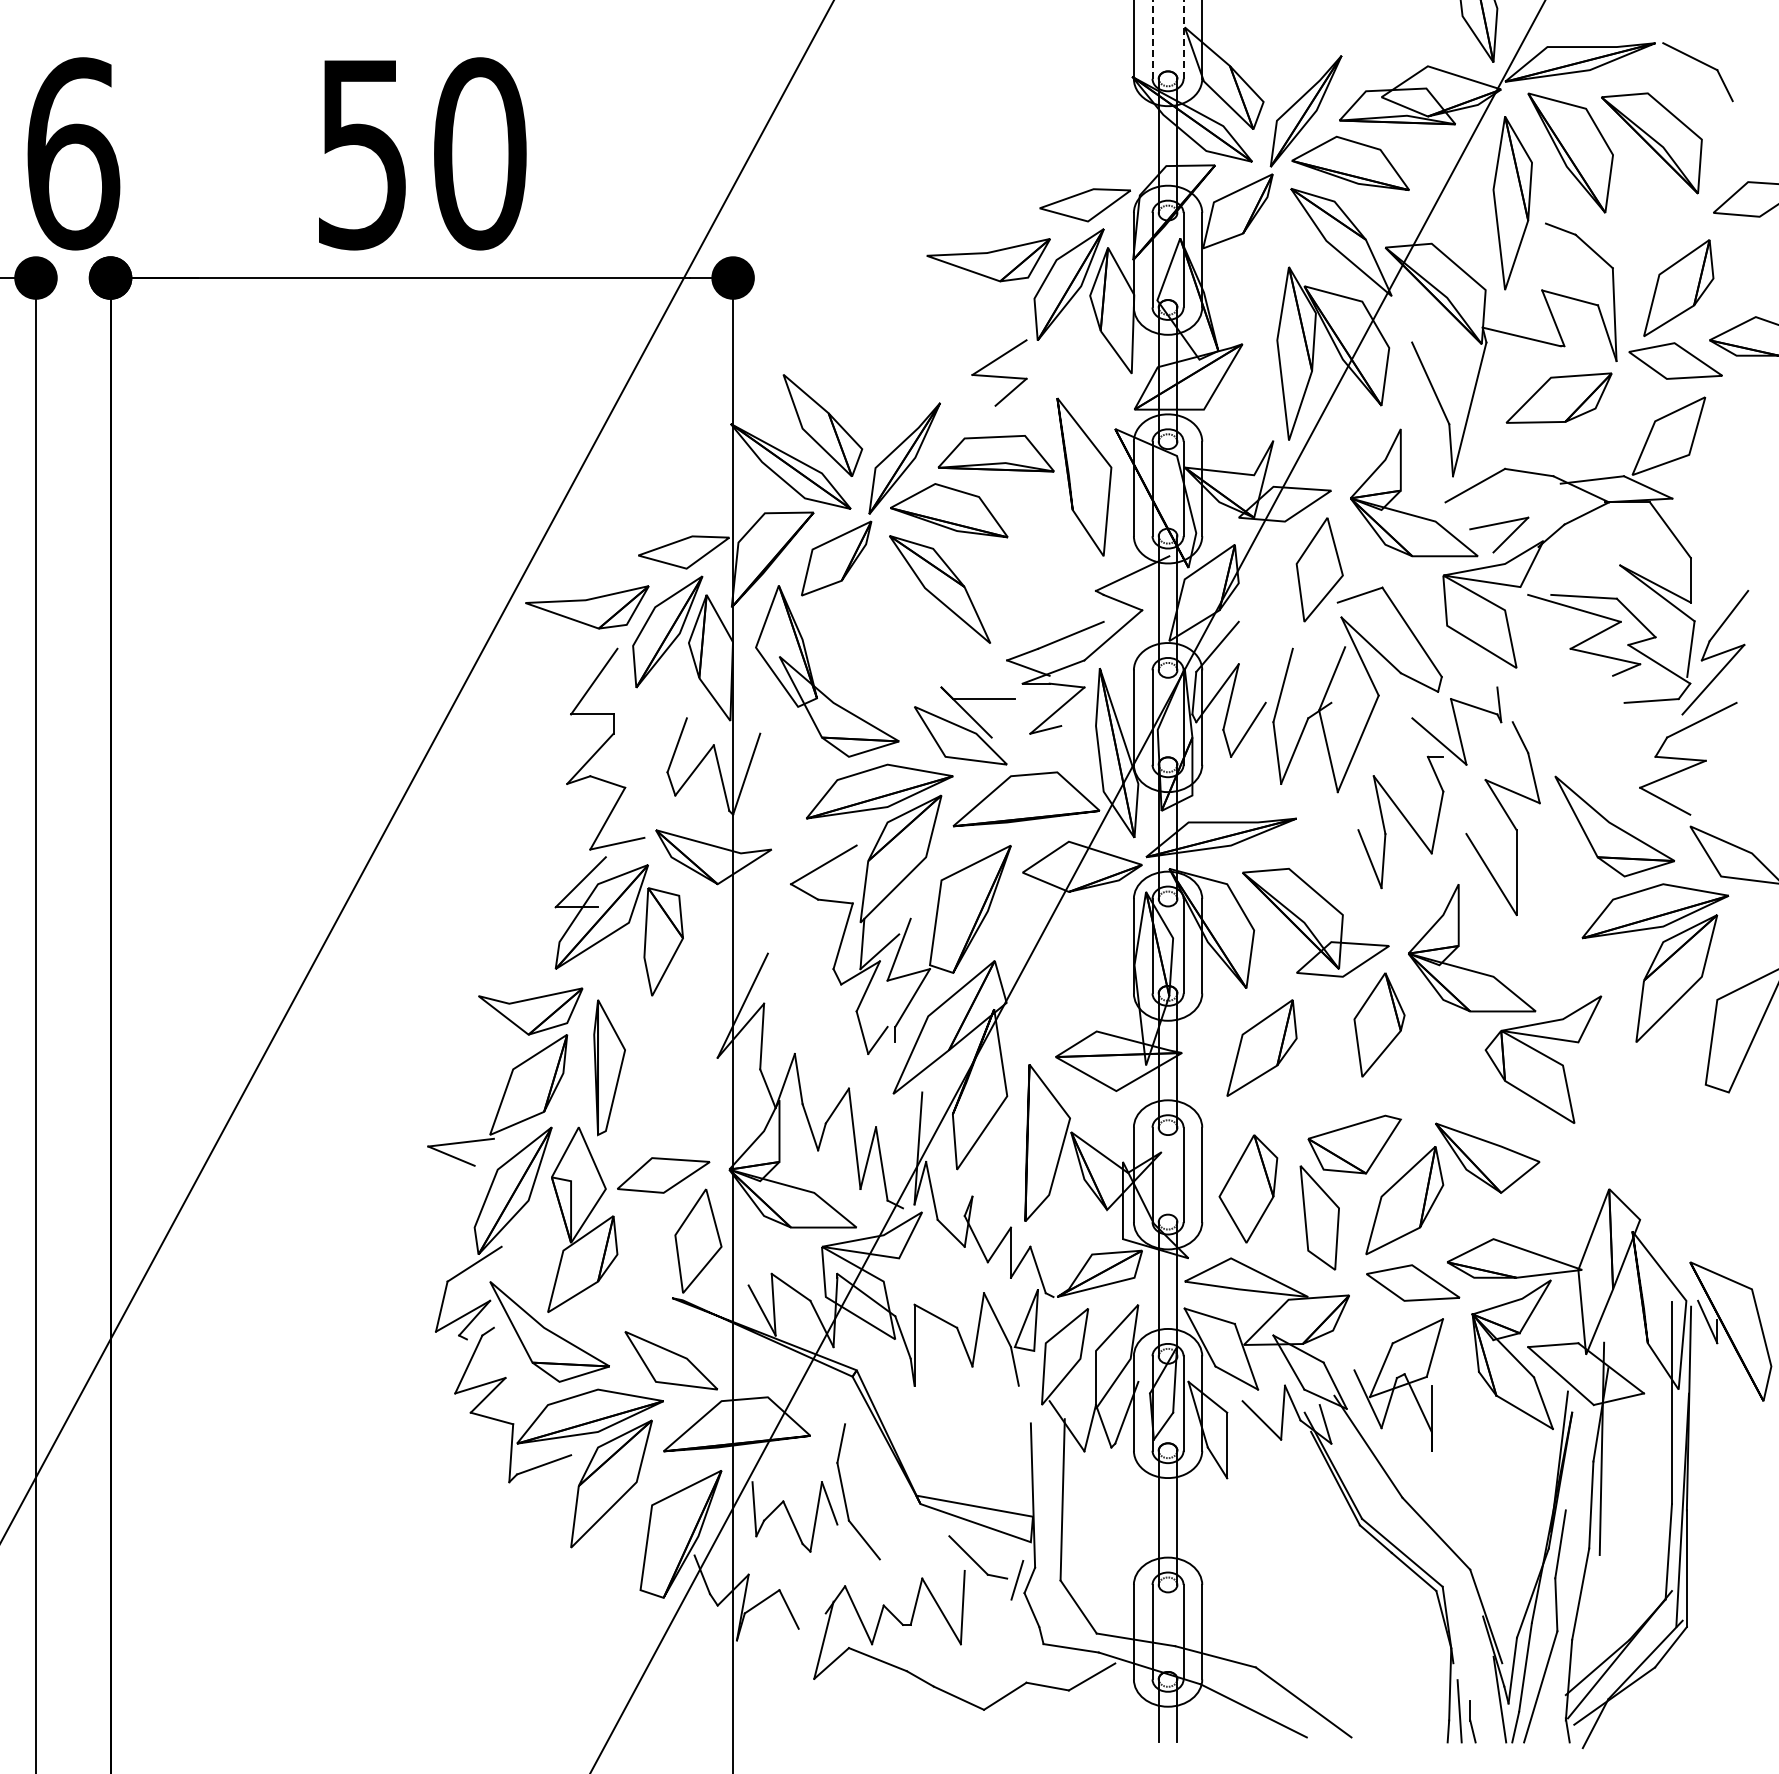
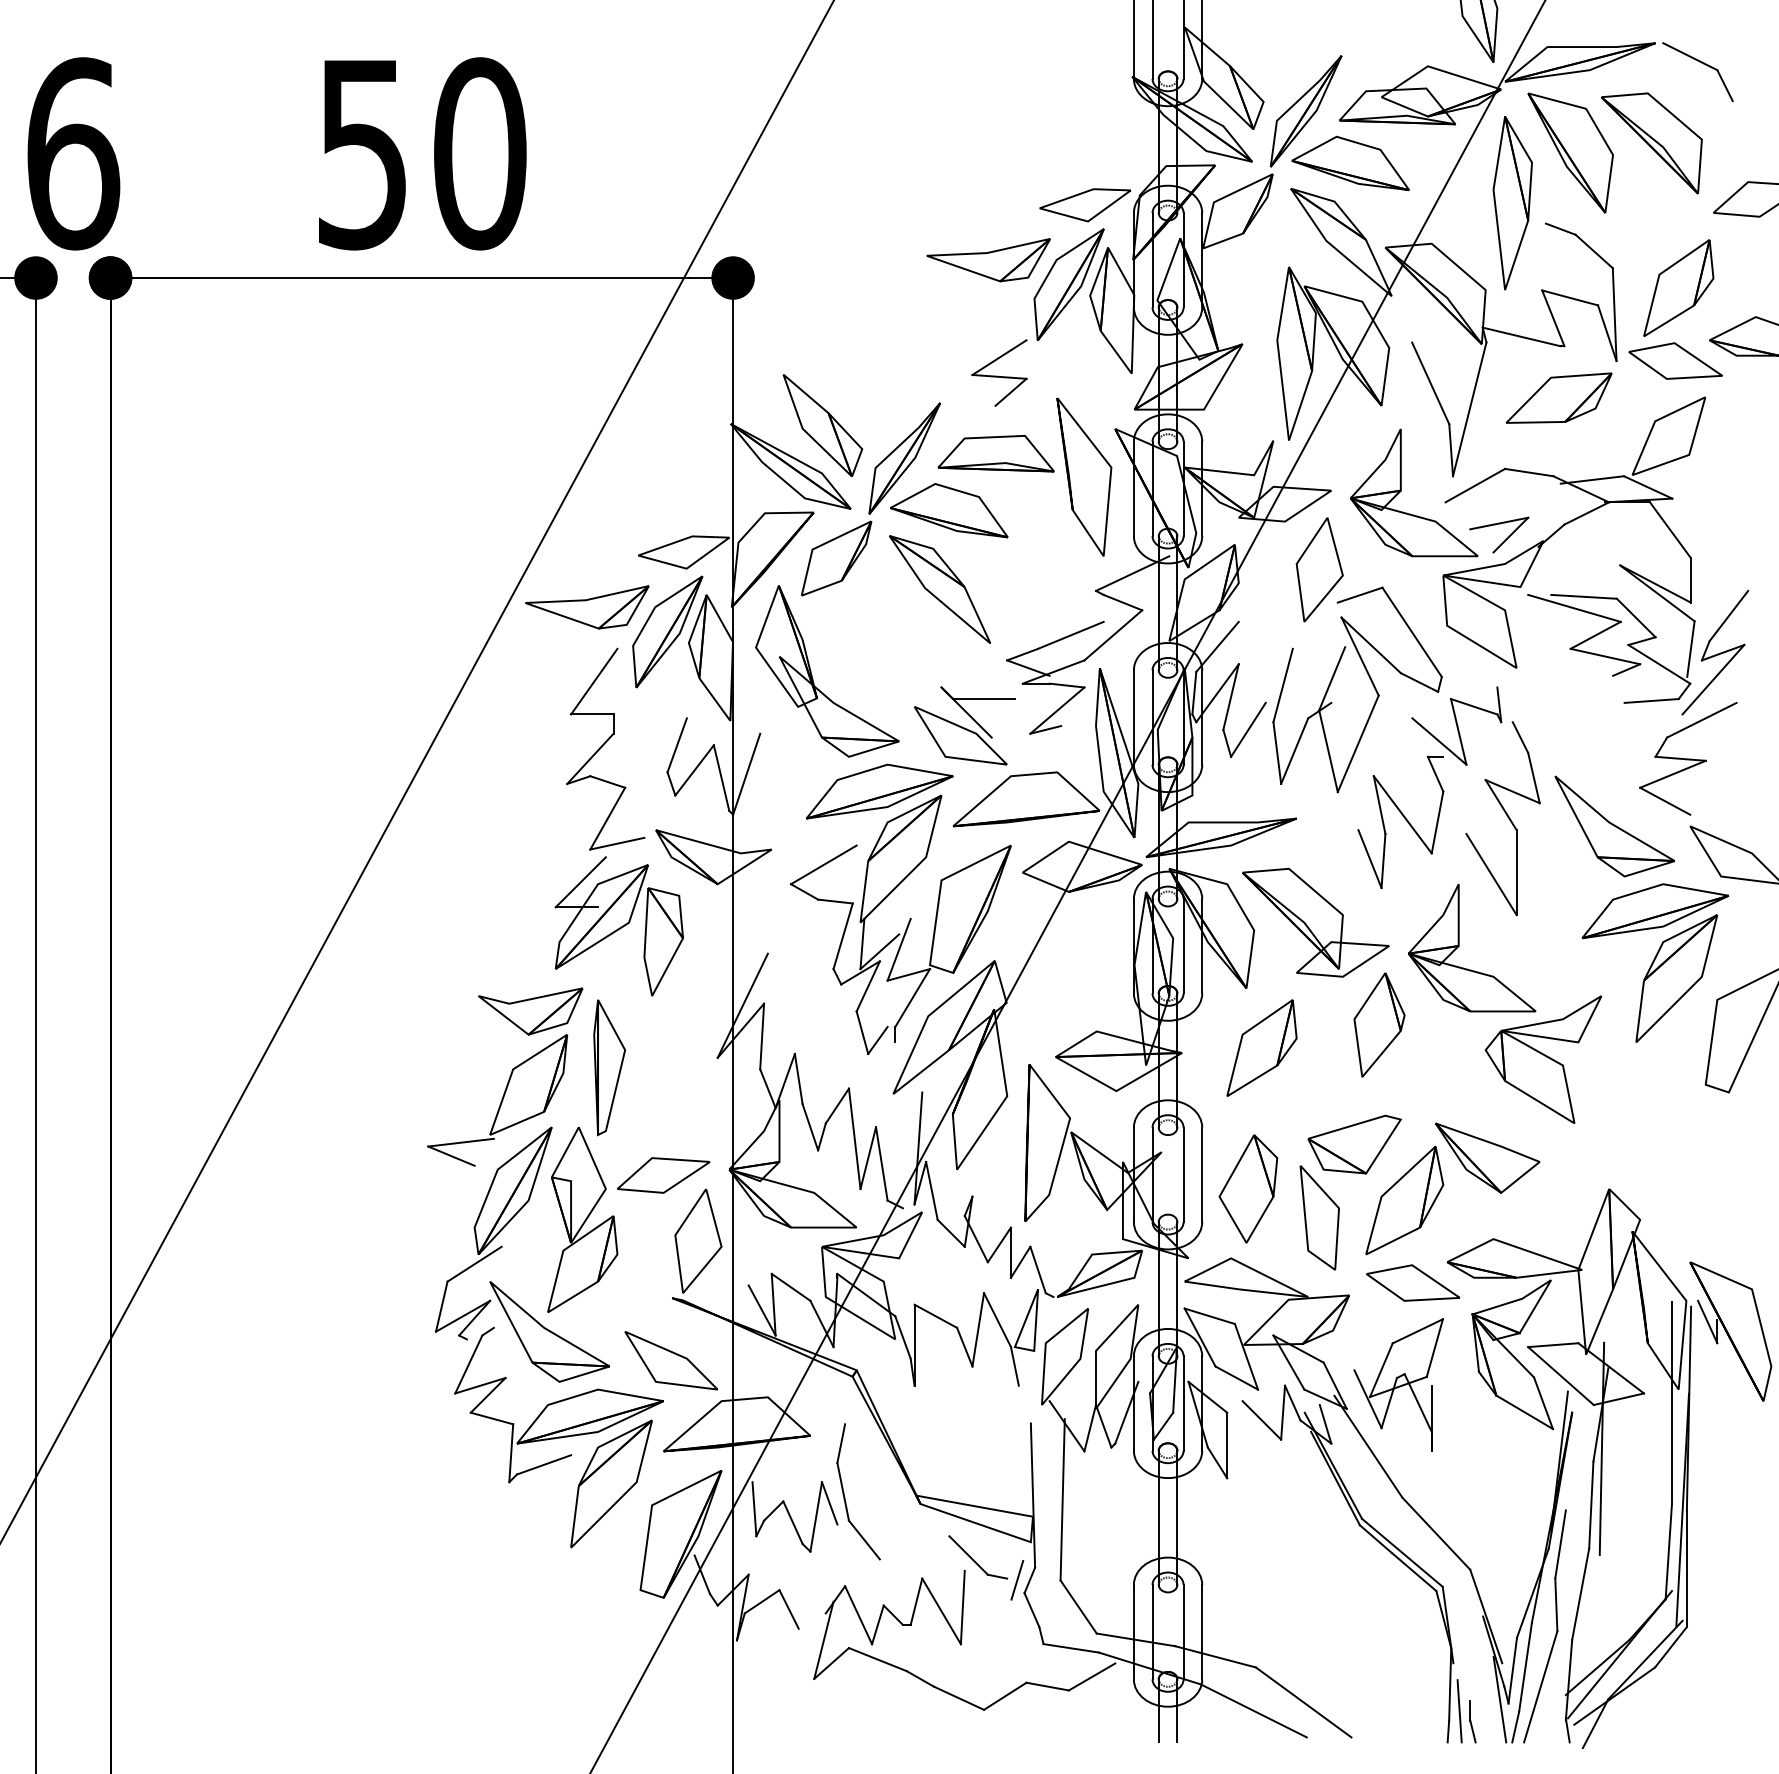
line at (1183, 39): dashed -> solid
line at (1152, 40): dashed -> solid
